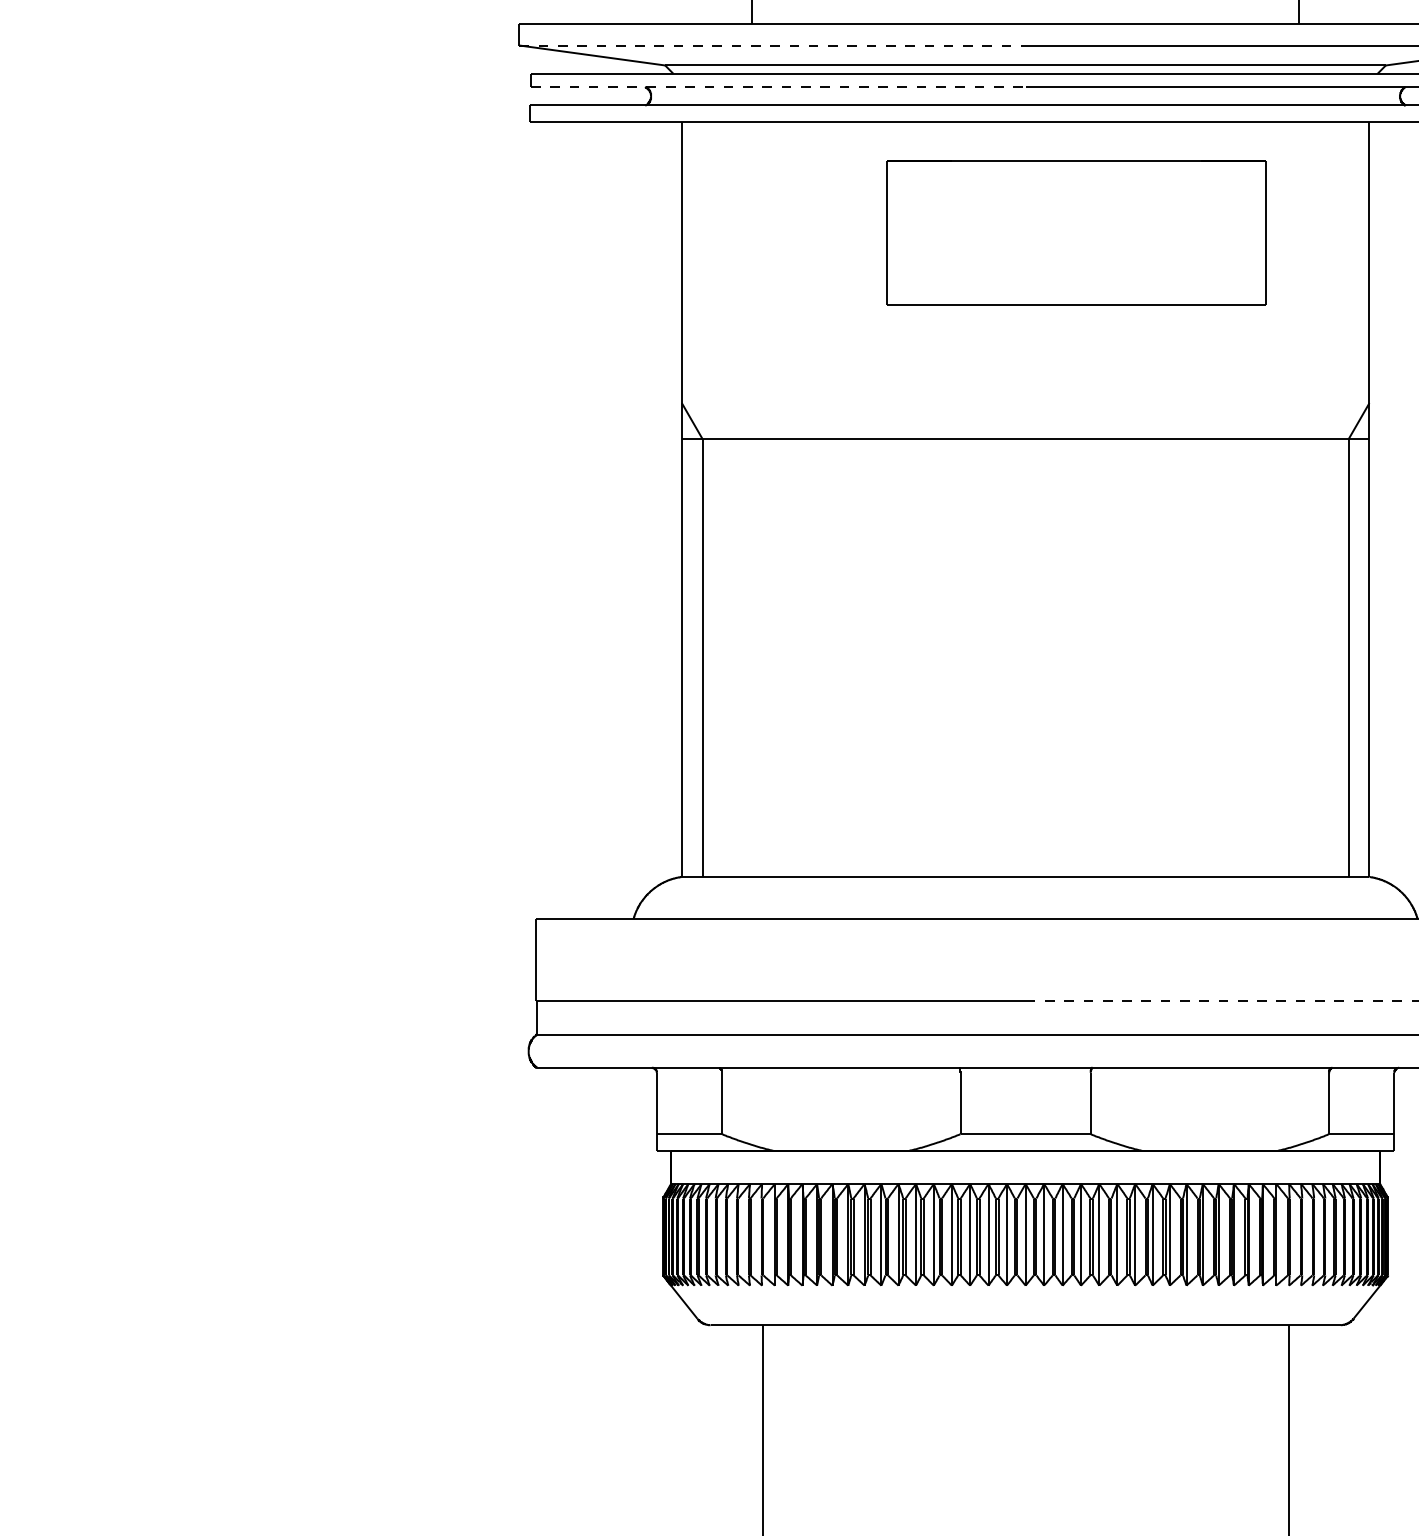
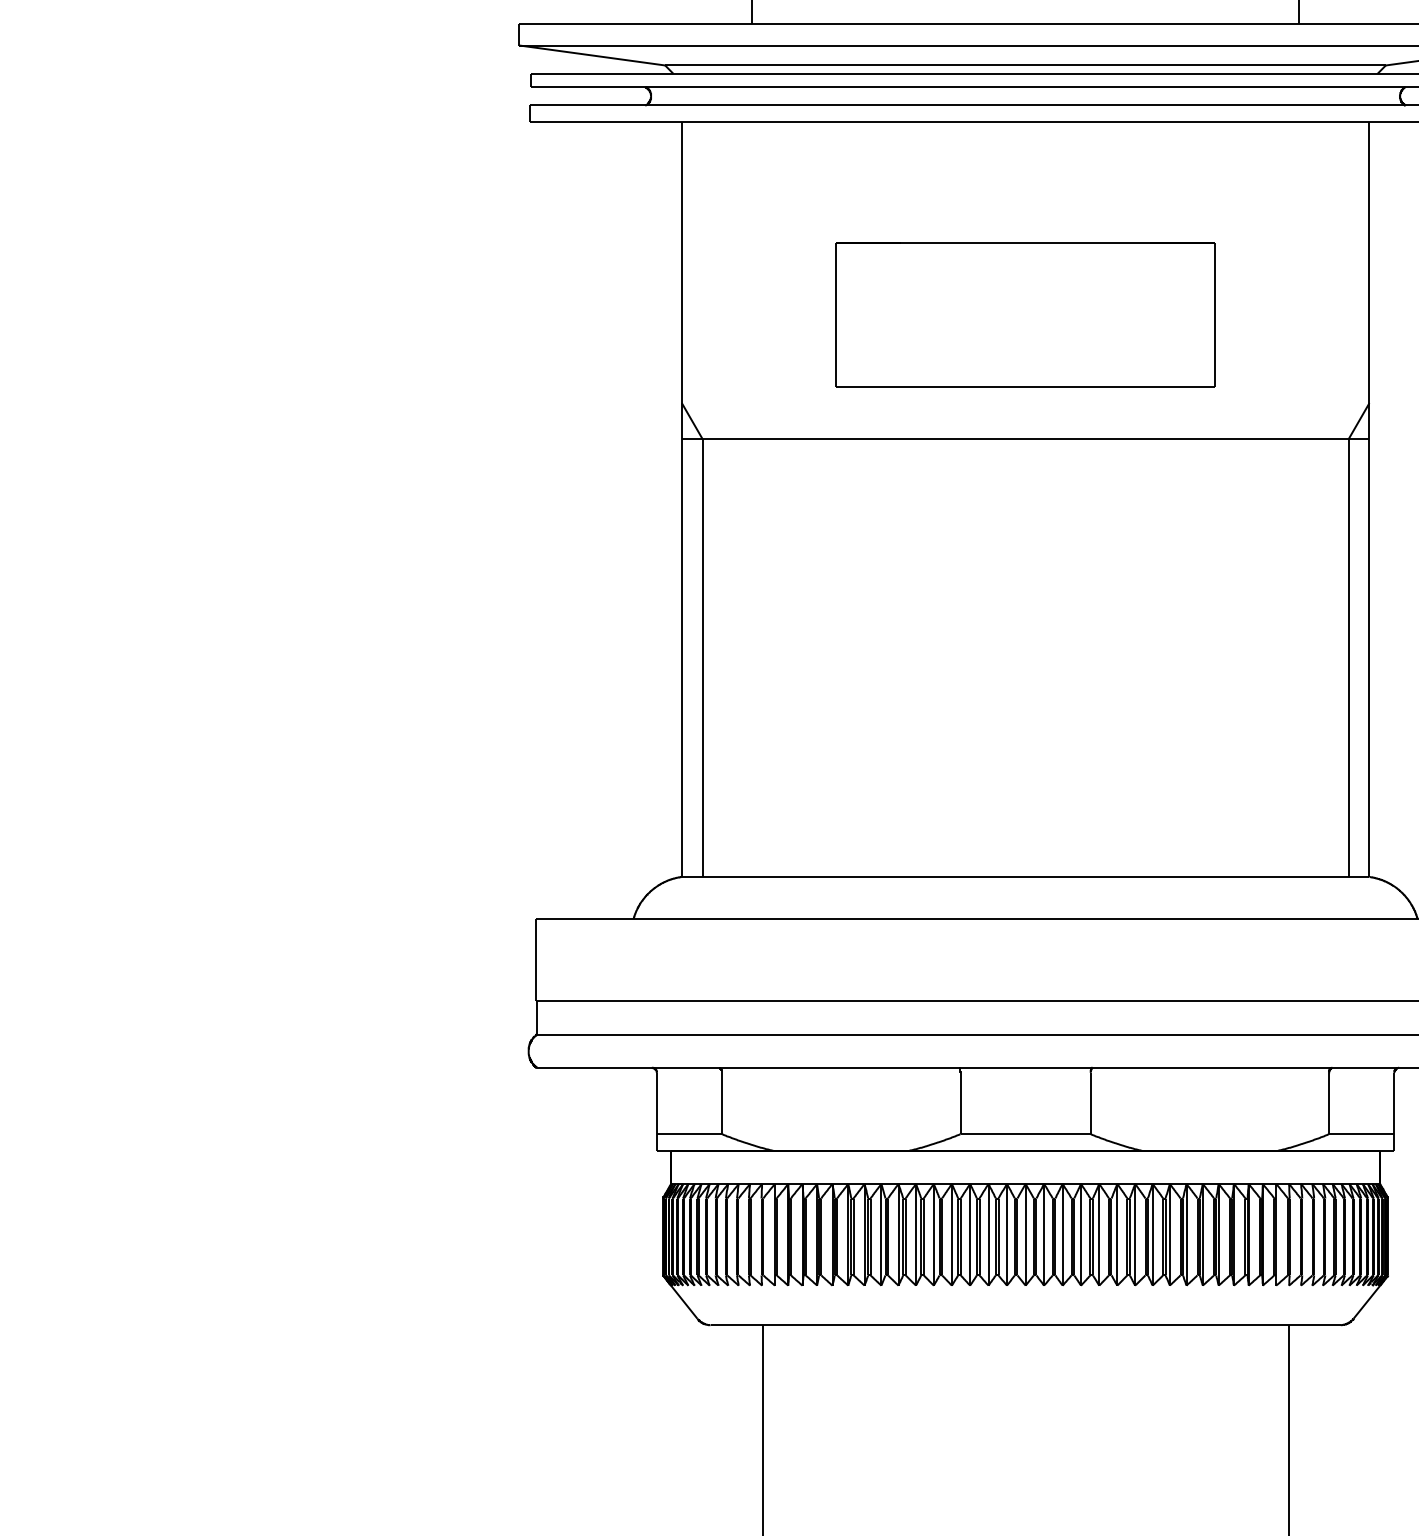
line at (773, 45): dashed -> solid
line at (778, 87): dashed -> solid
part at (1076, 232) position: (1076, 232) -> (1025, 314)
line at (1222, 1001): dashed -> solid
